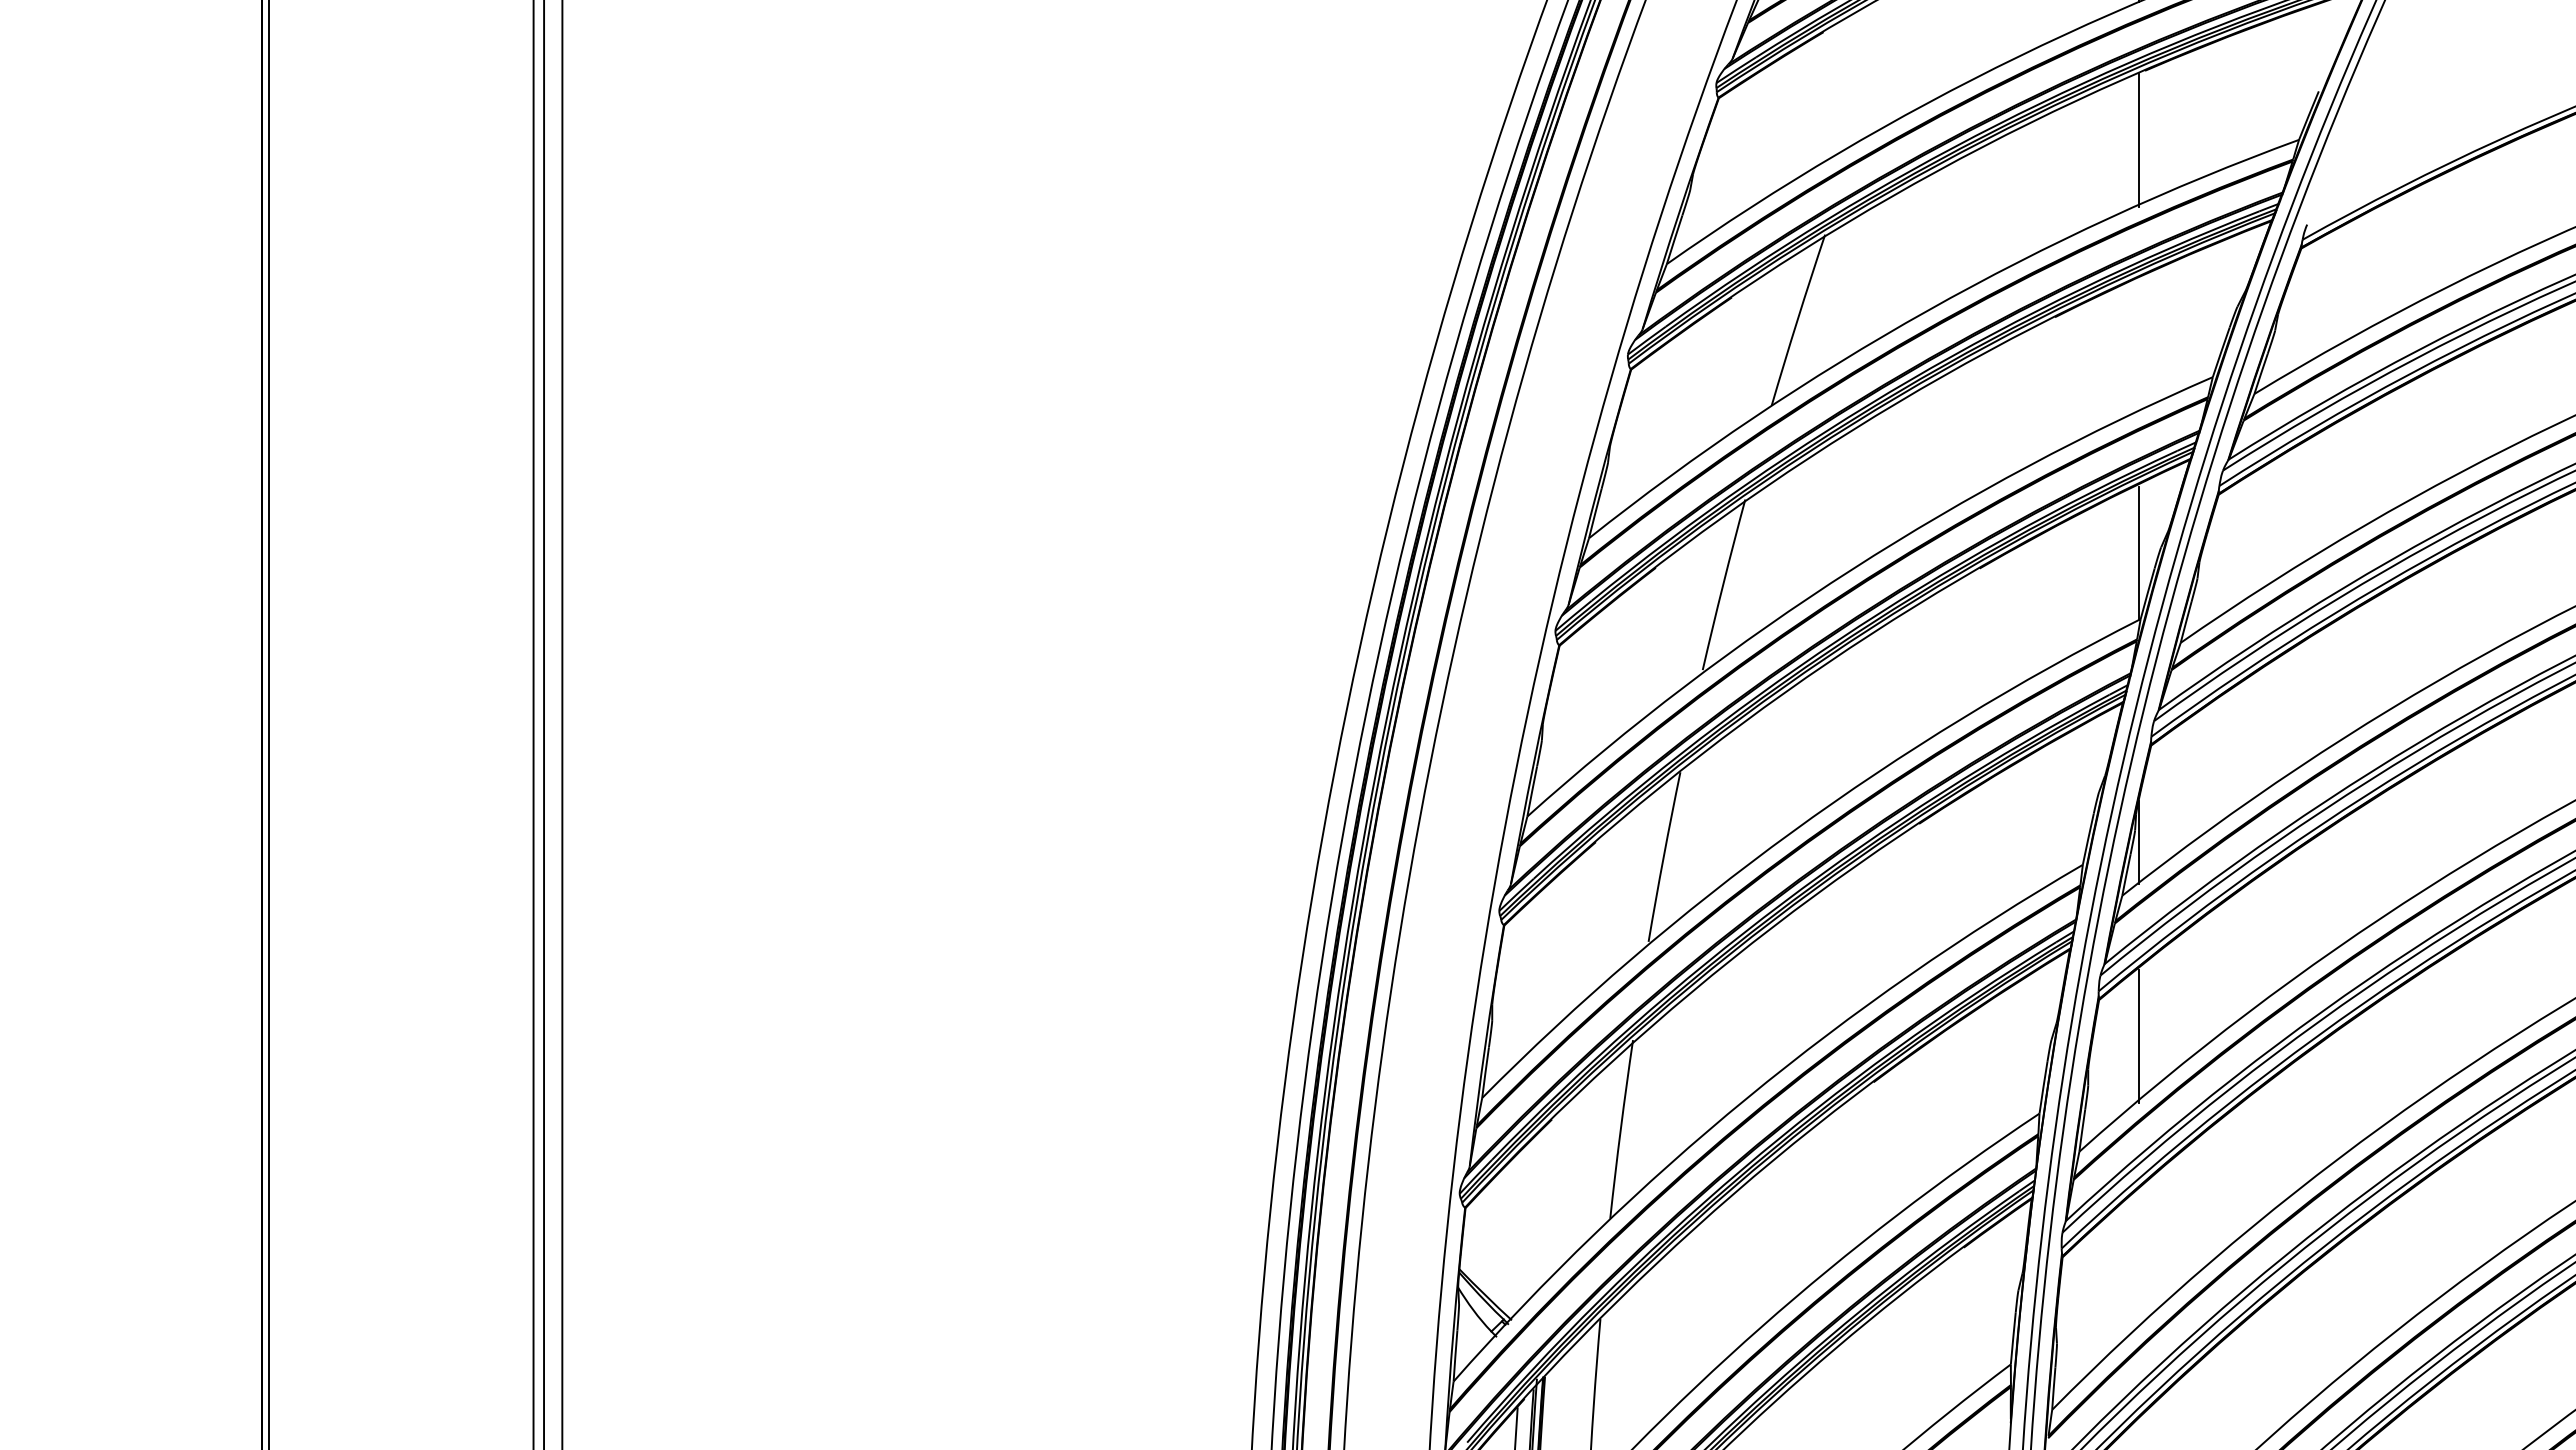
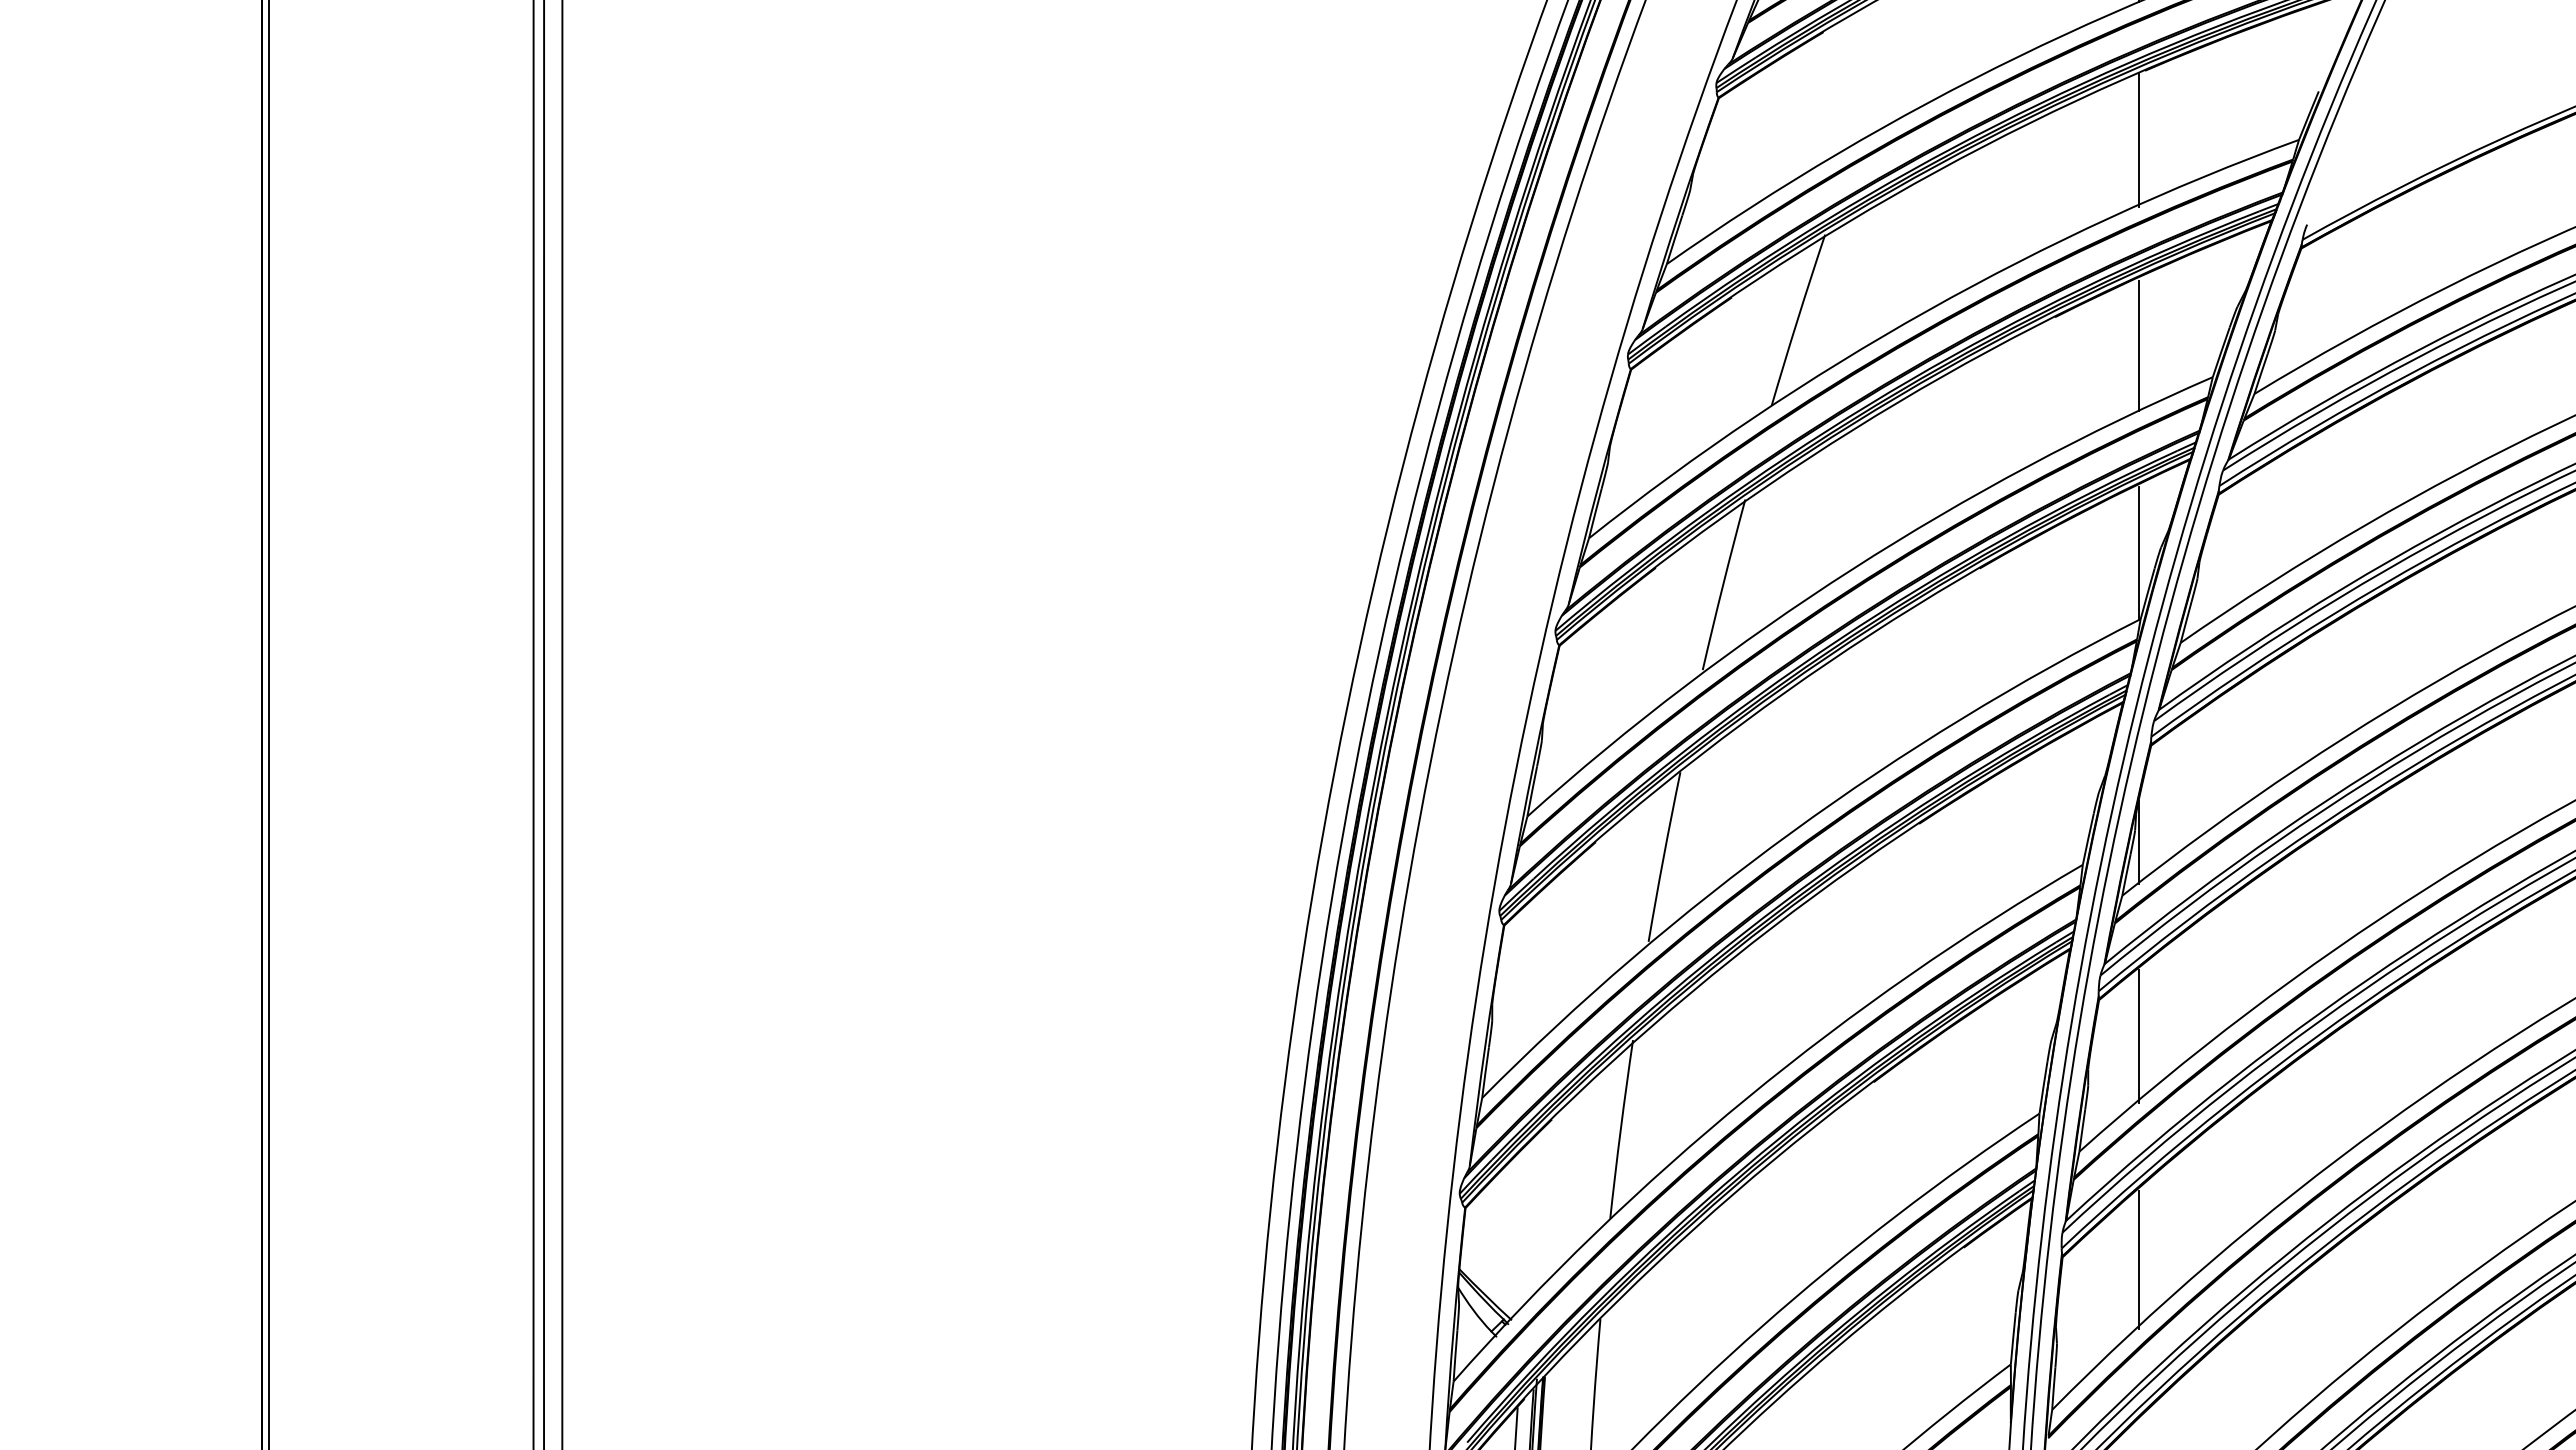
line at (2138, 345): none -> present
line at (2138, 1260): none -> present
